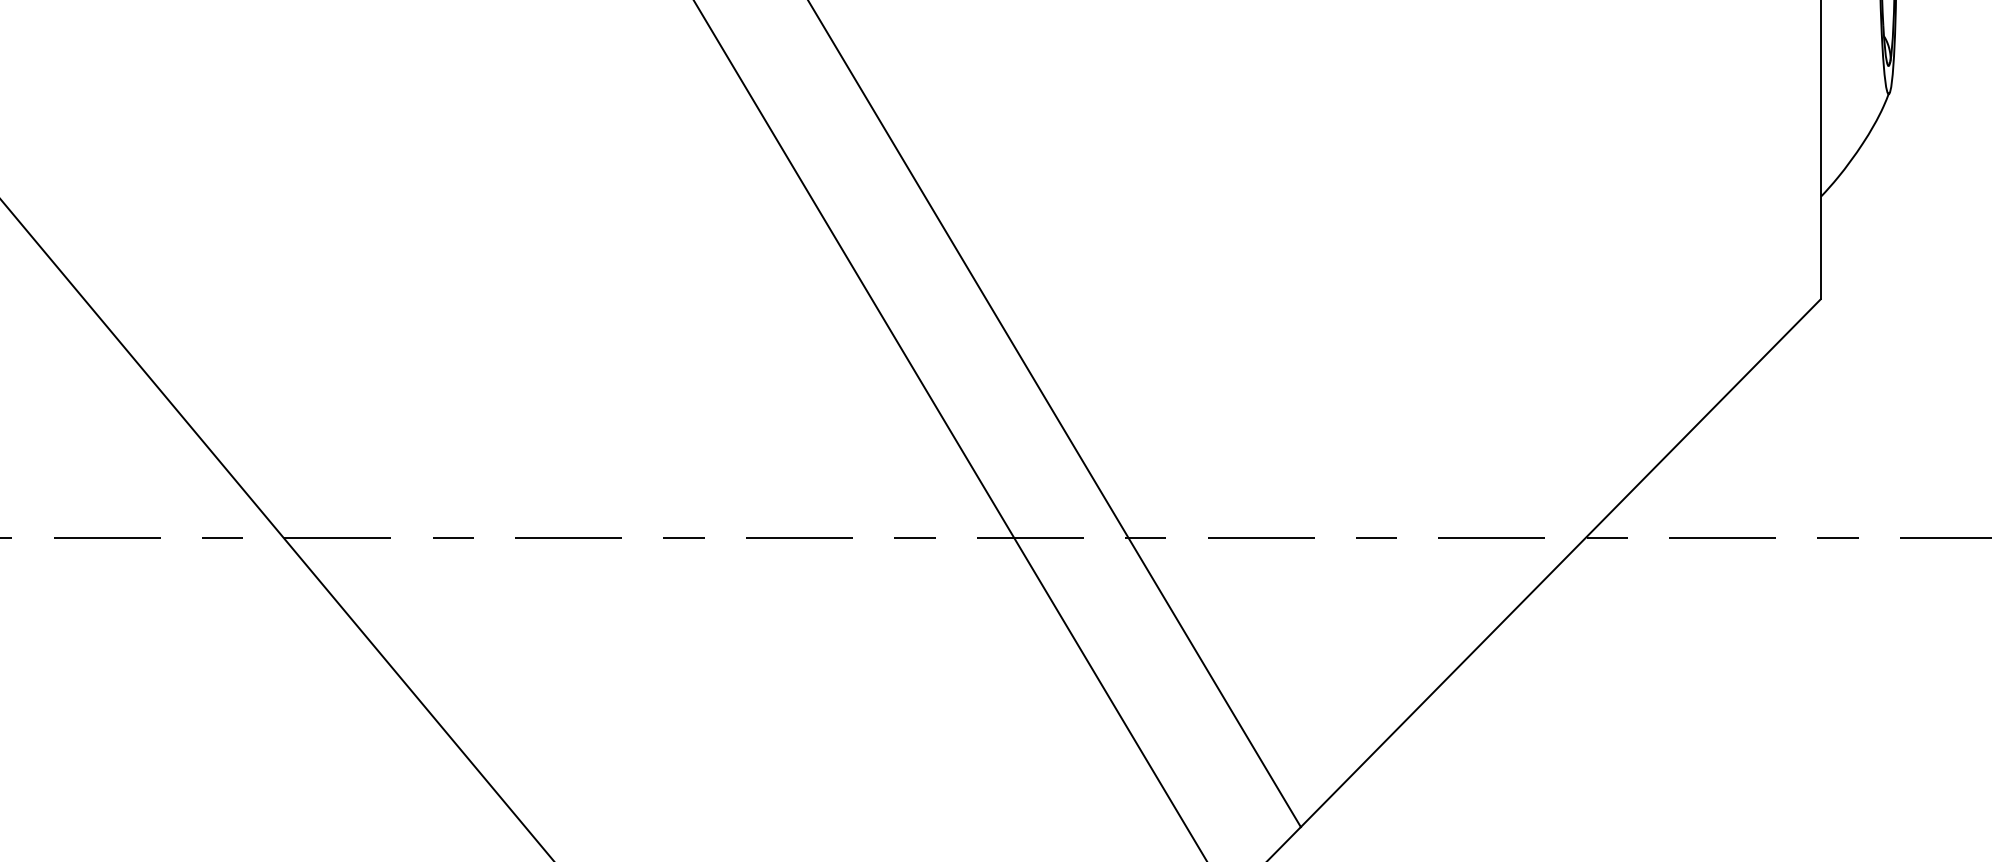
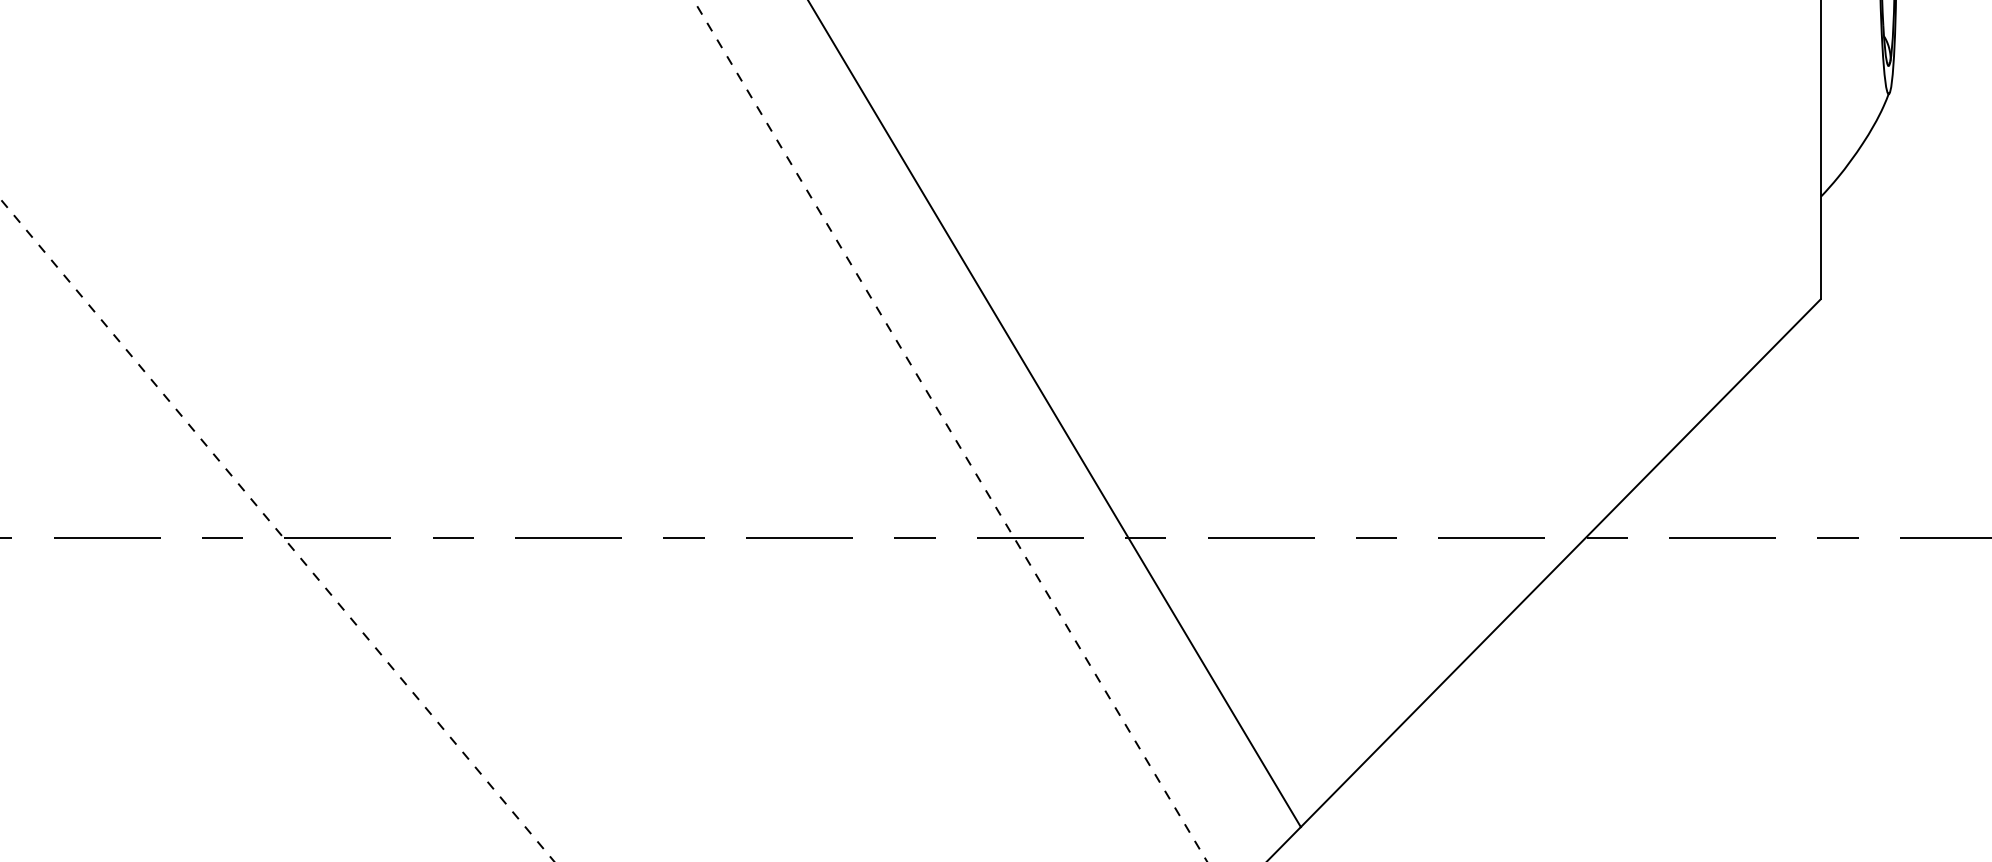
line at (950, 430): solid -> dashed
line at (277, 530): solid -> dashed
